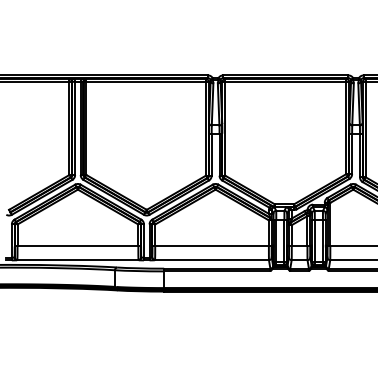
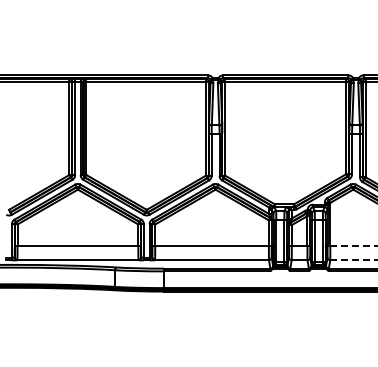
line at (354, 246): solid -> dashed
line at (353, 260): solid -> dashed
